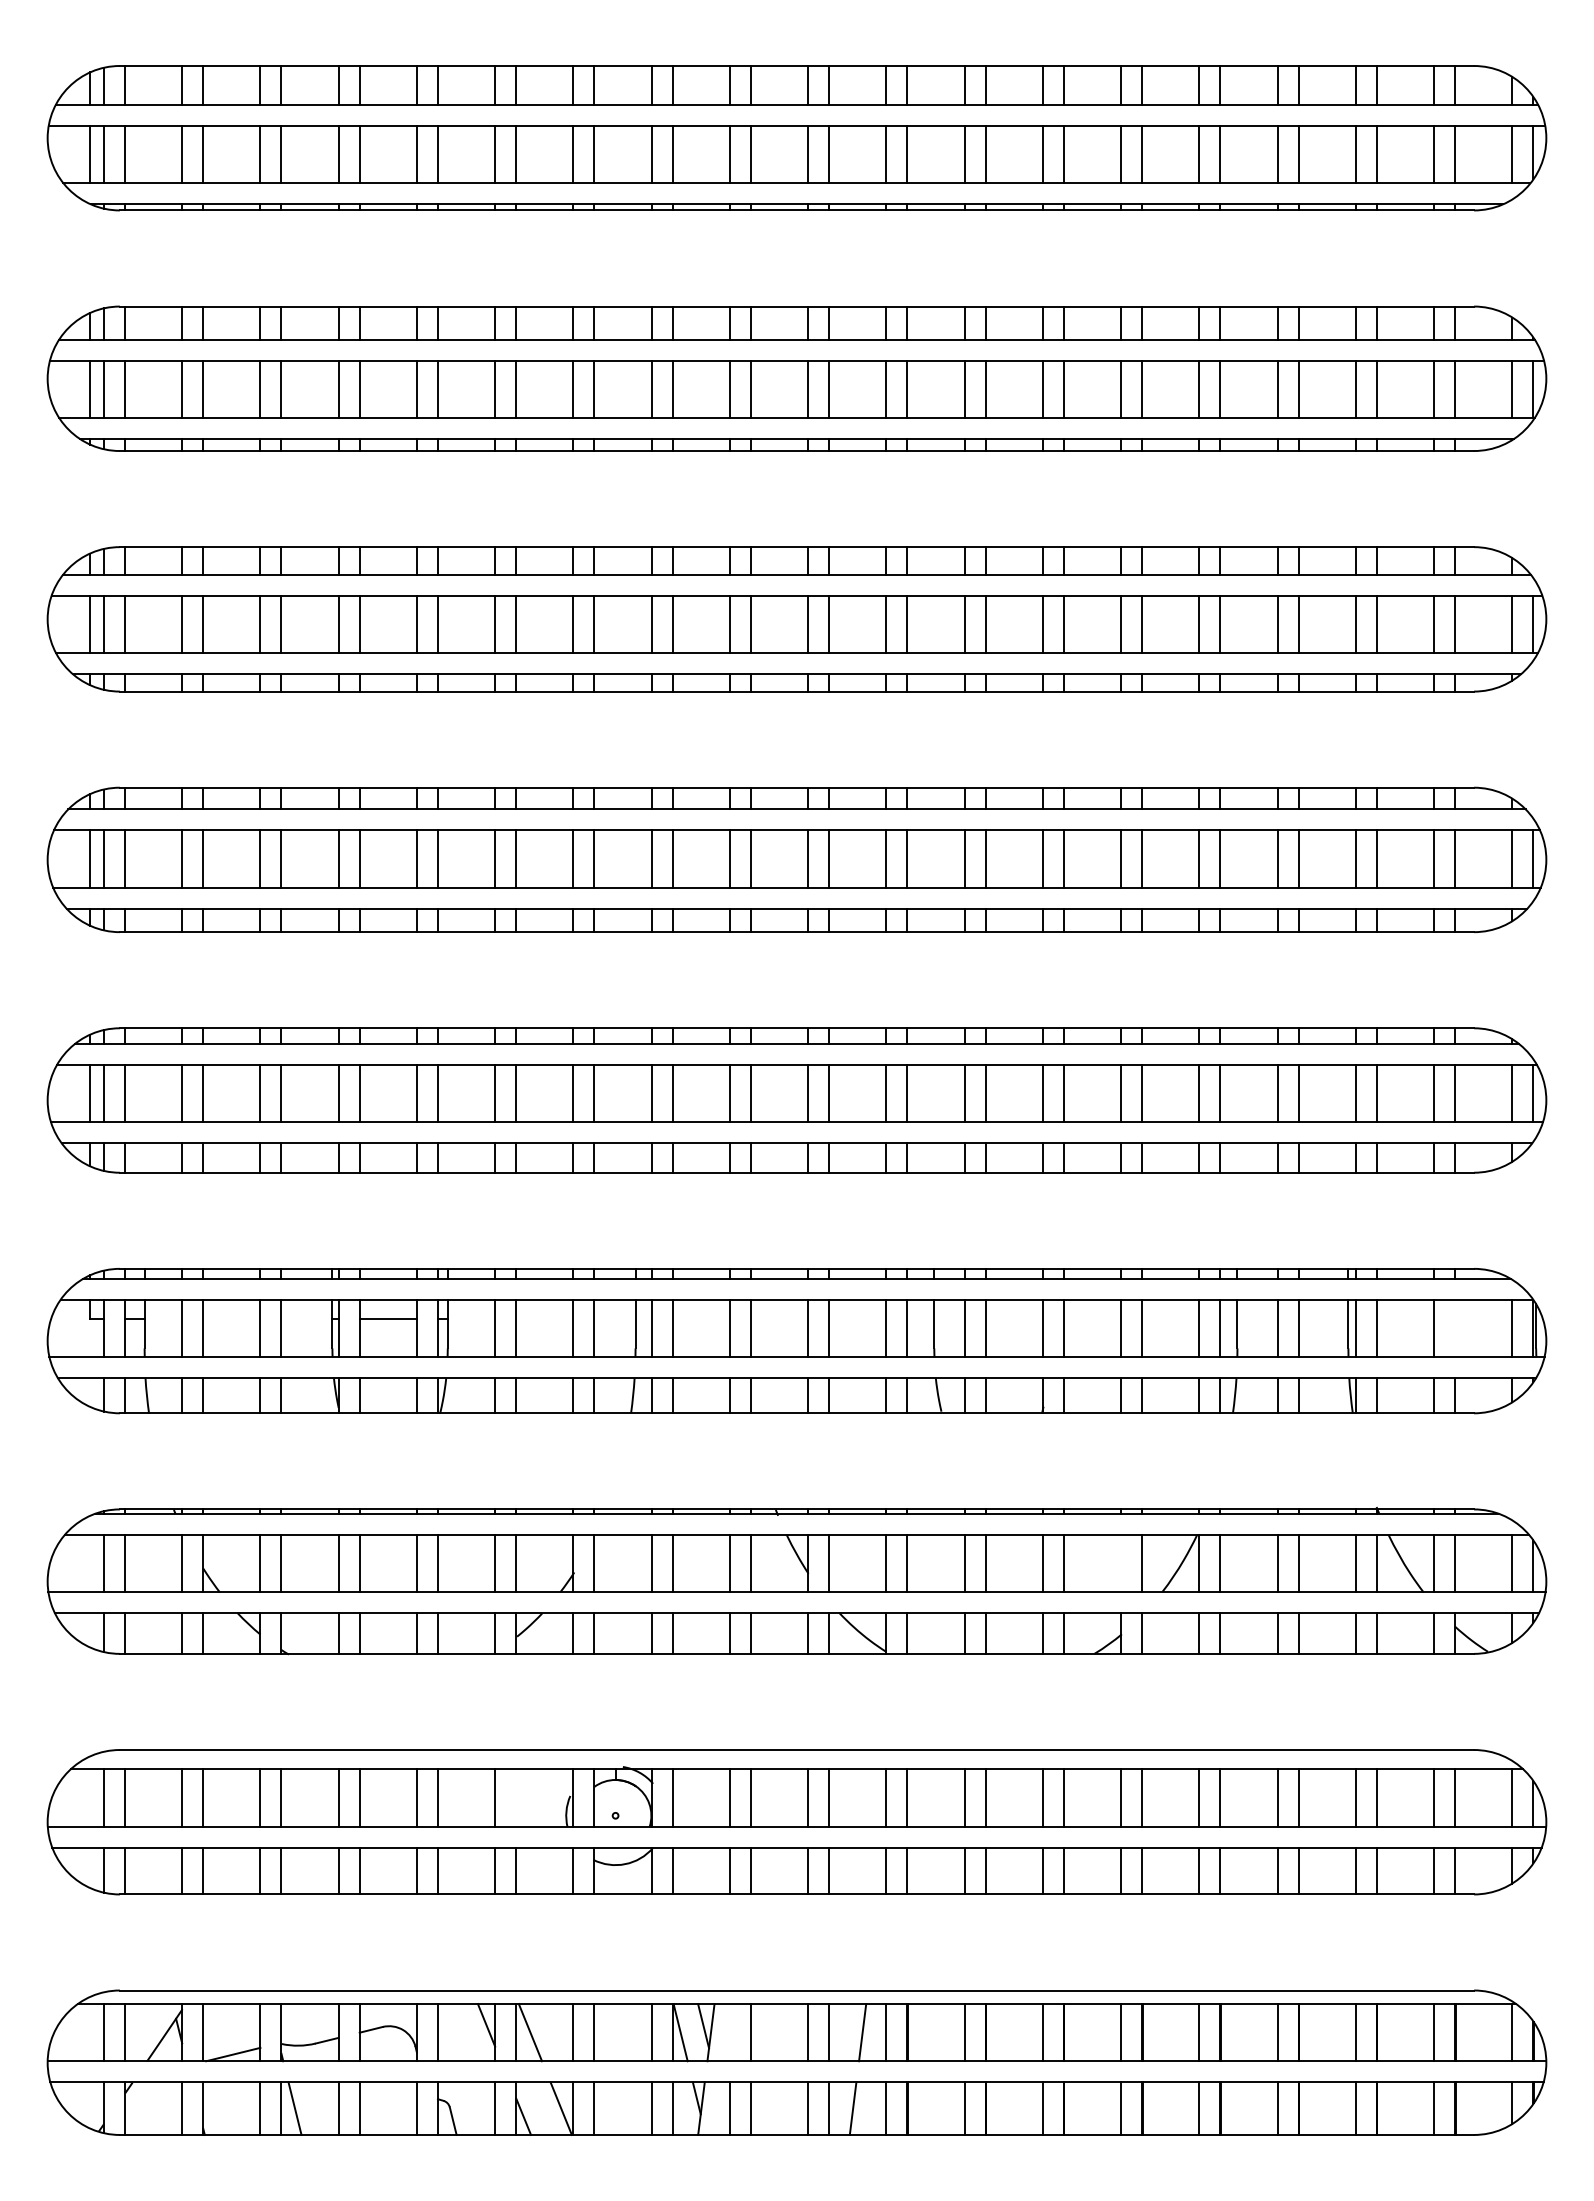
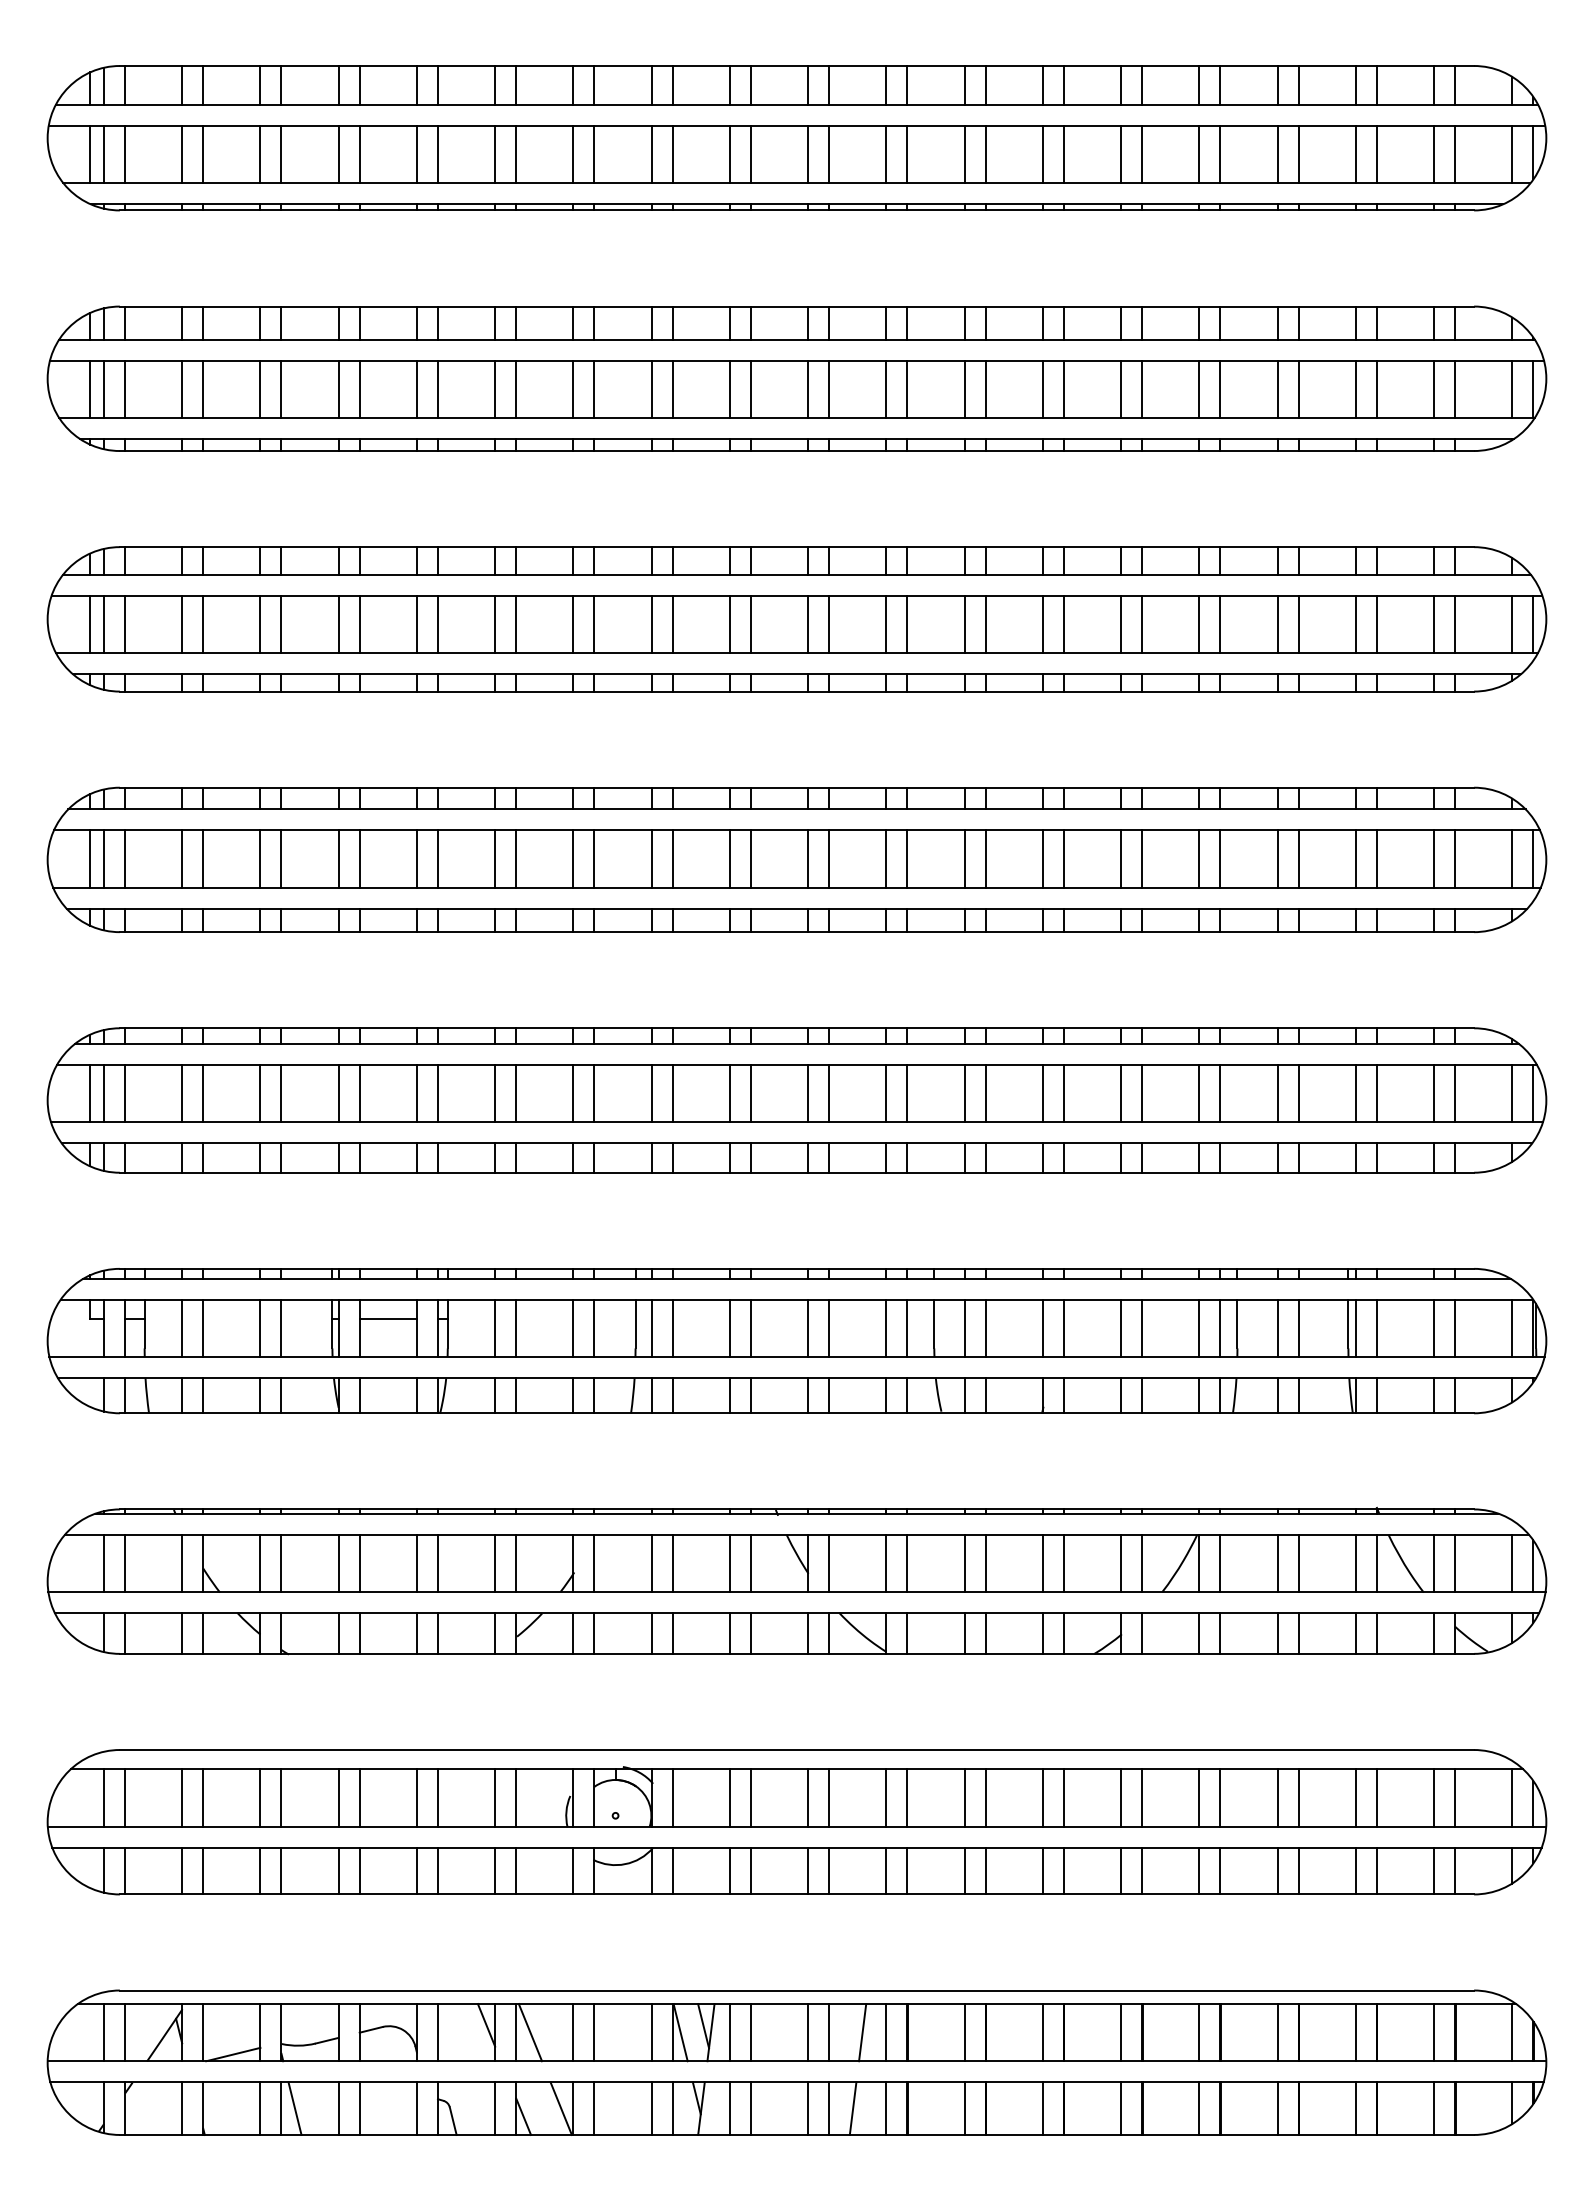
line at (1455, 1328): none -> present
line at (1121, 1562): none -> present
line at (516, 1797): none -> present
line at (729, 2032): none -> present
